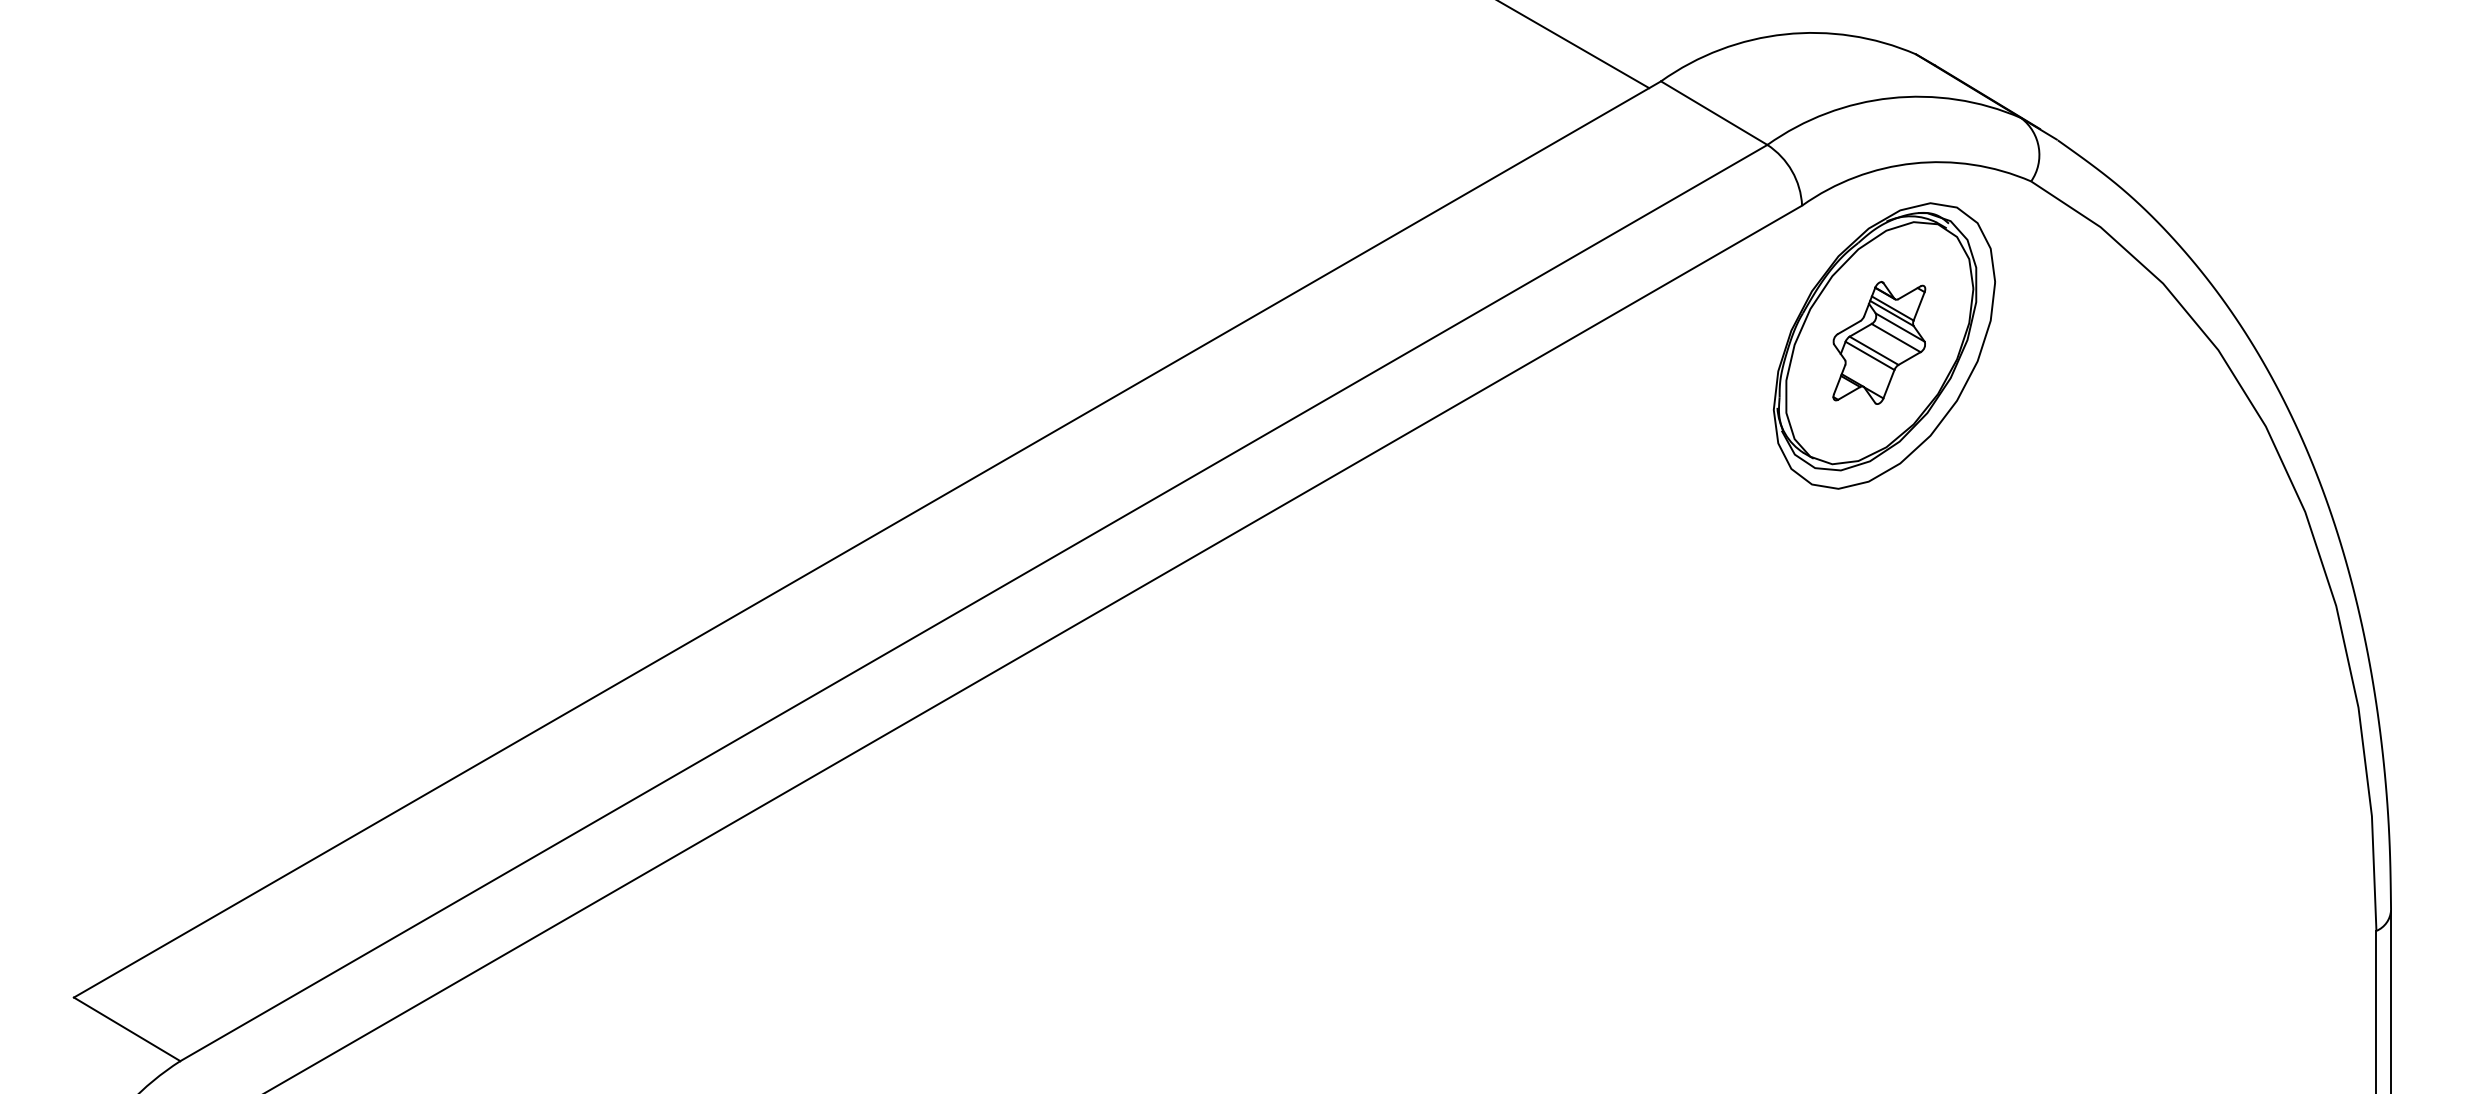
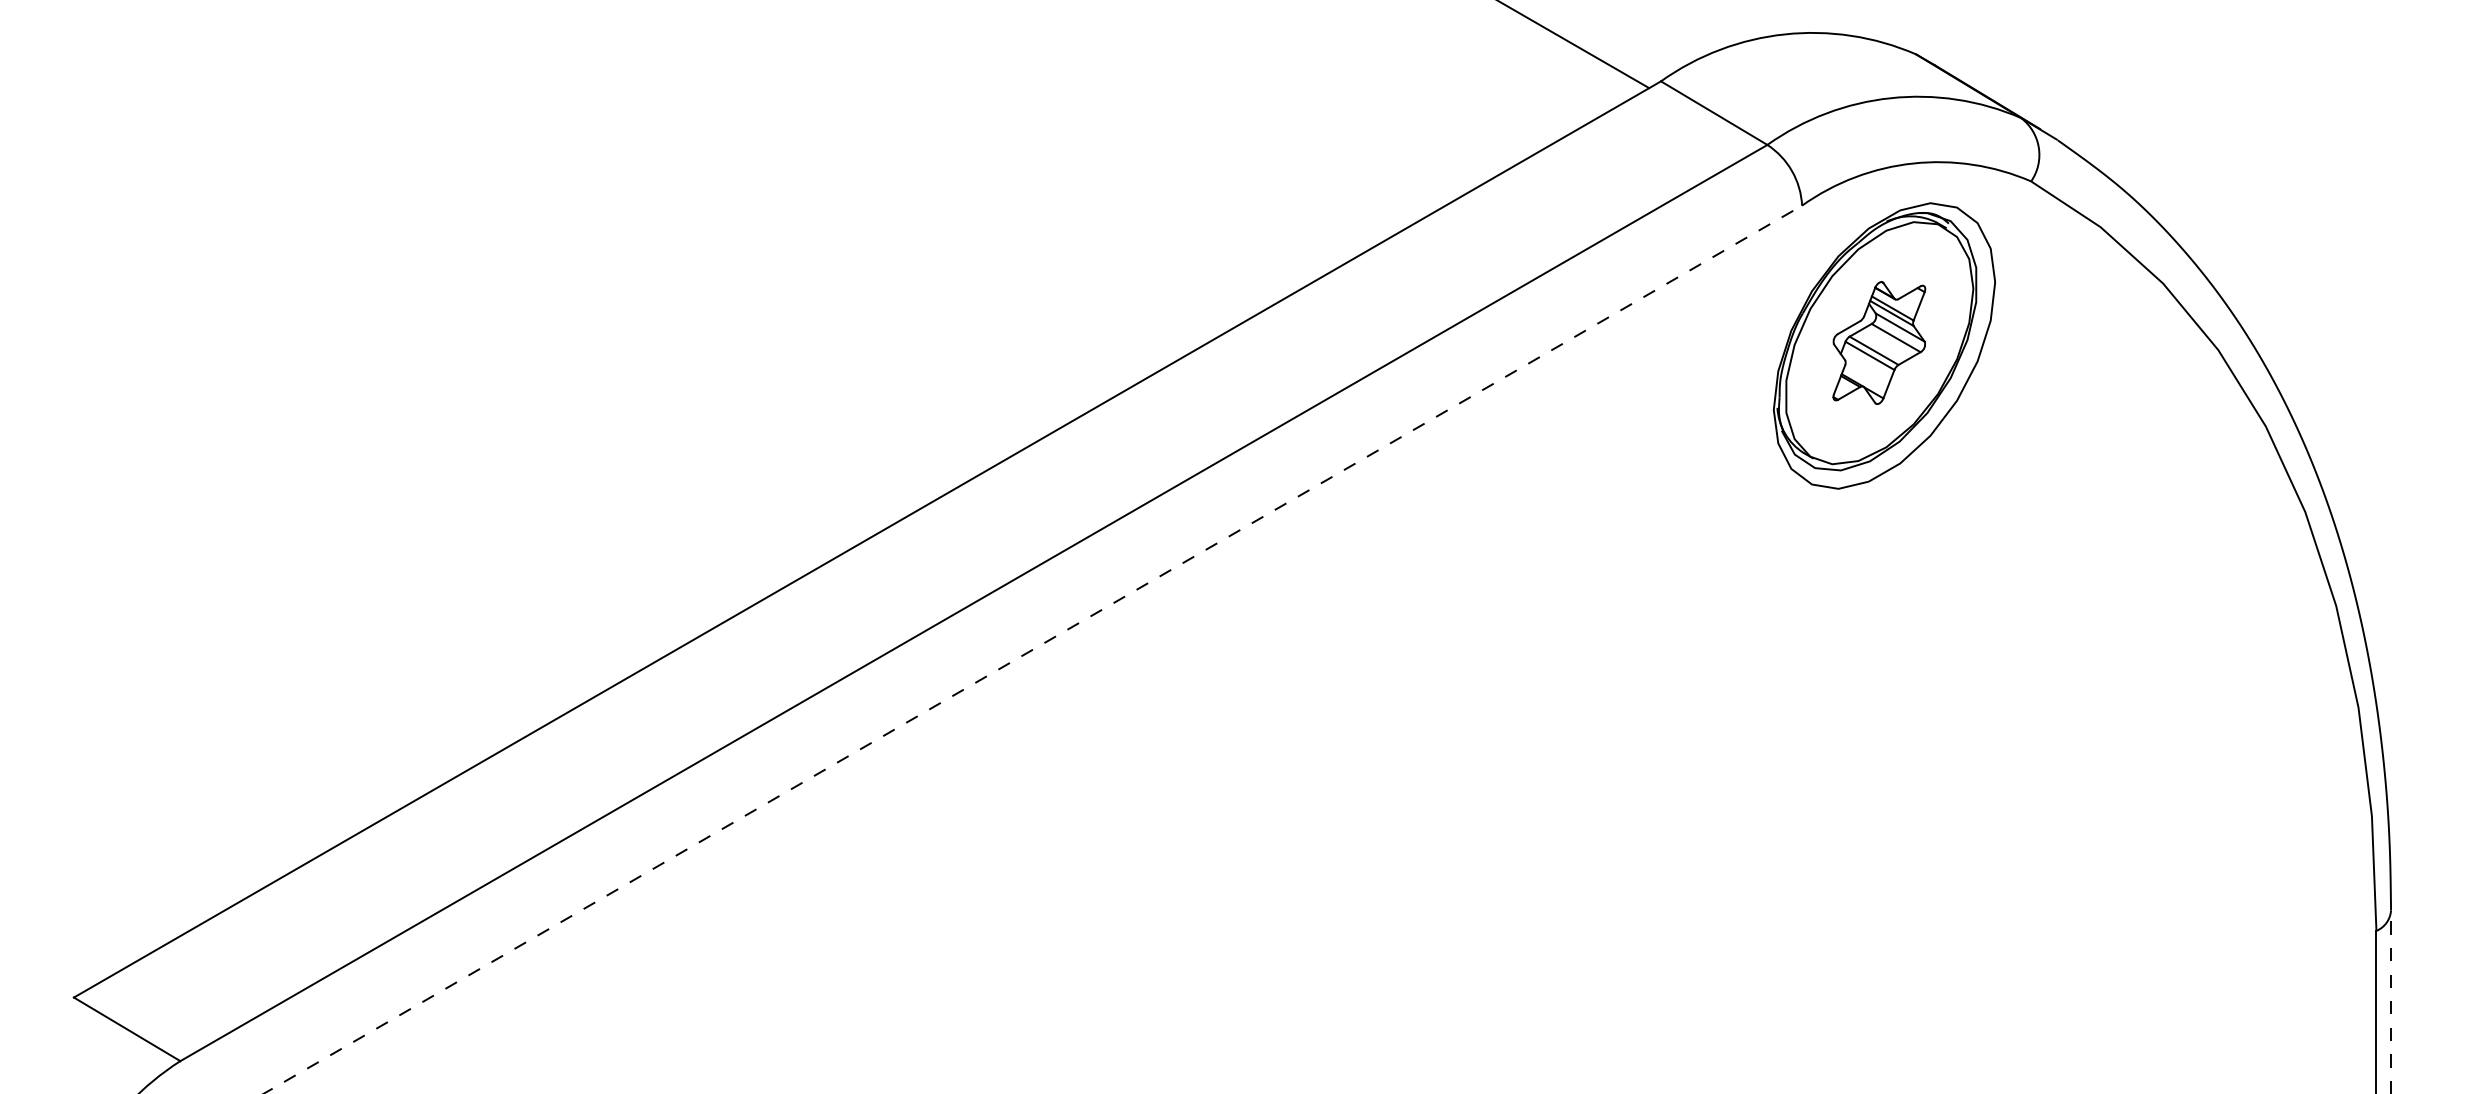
line at (1033, 649): solid -> dashed
line at (2391, 1001): solid -> dashed
